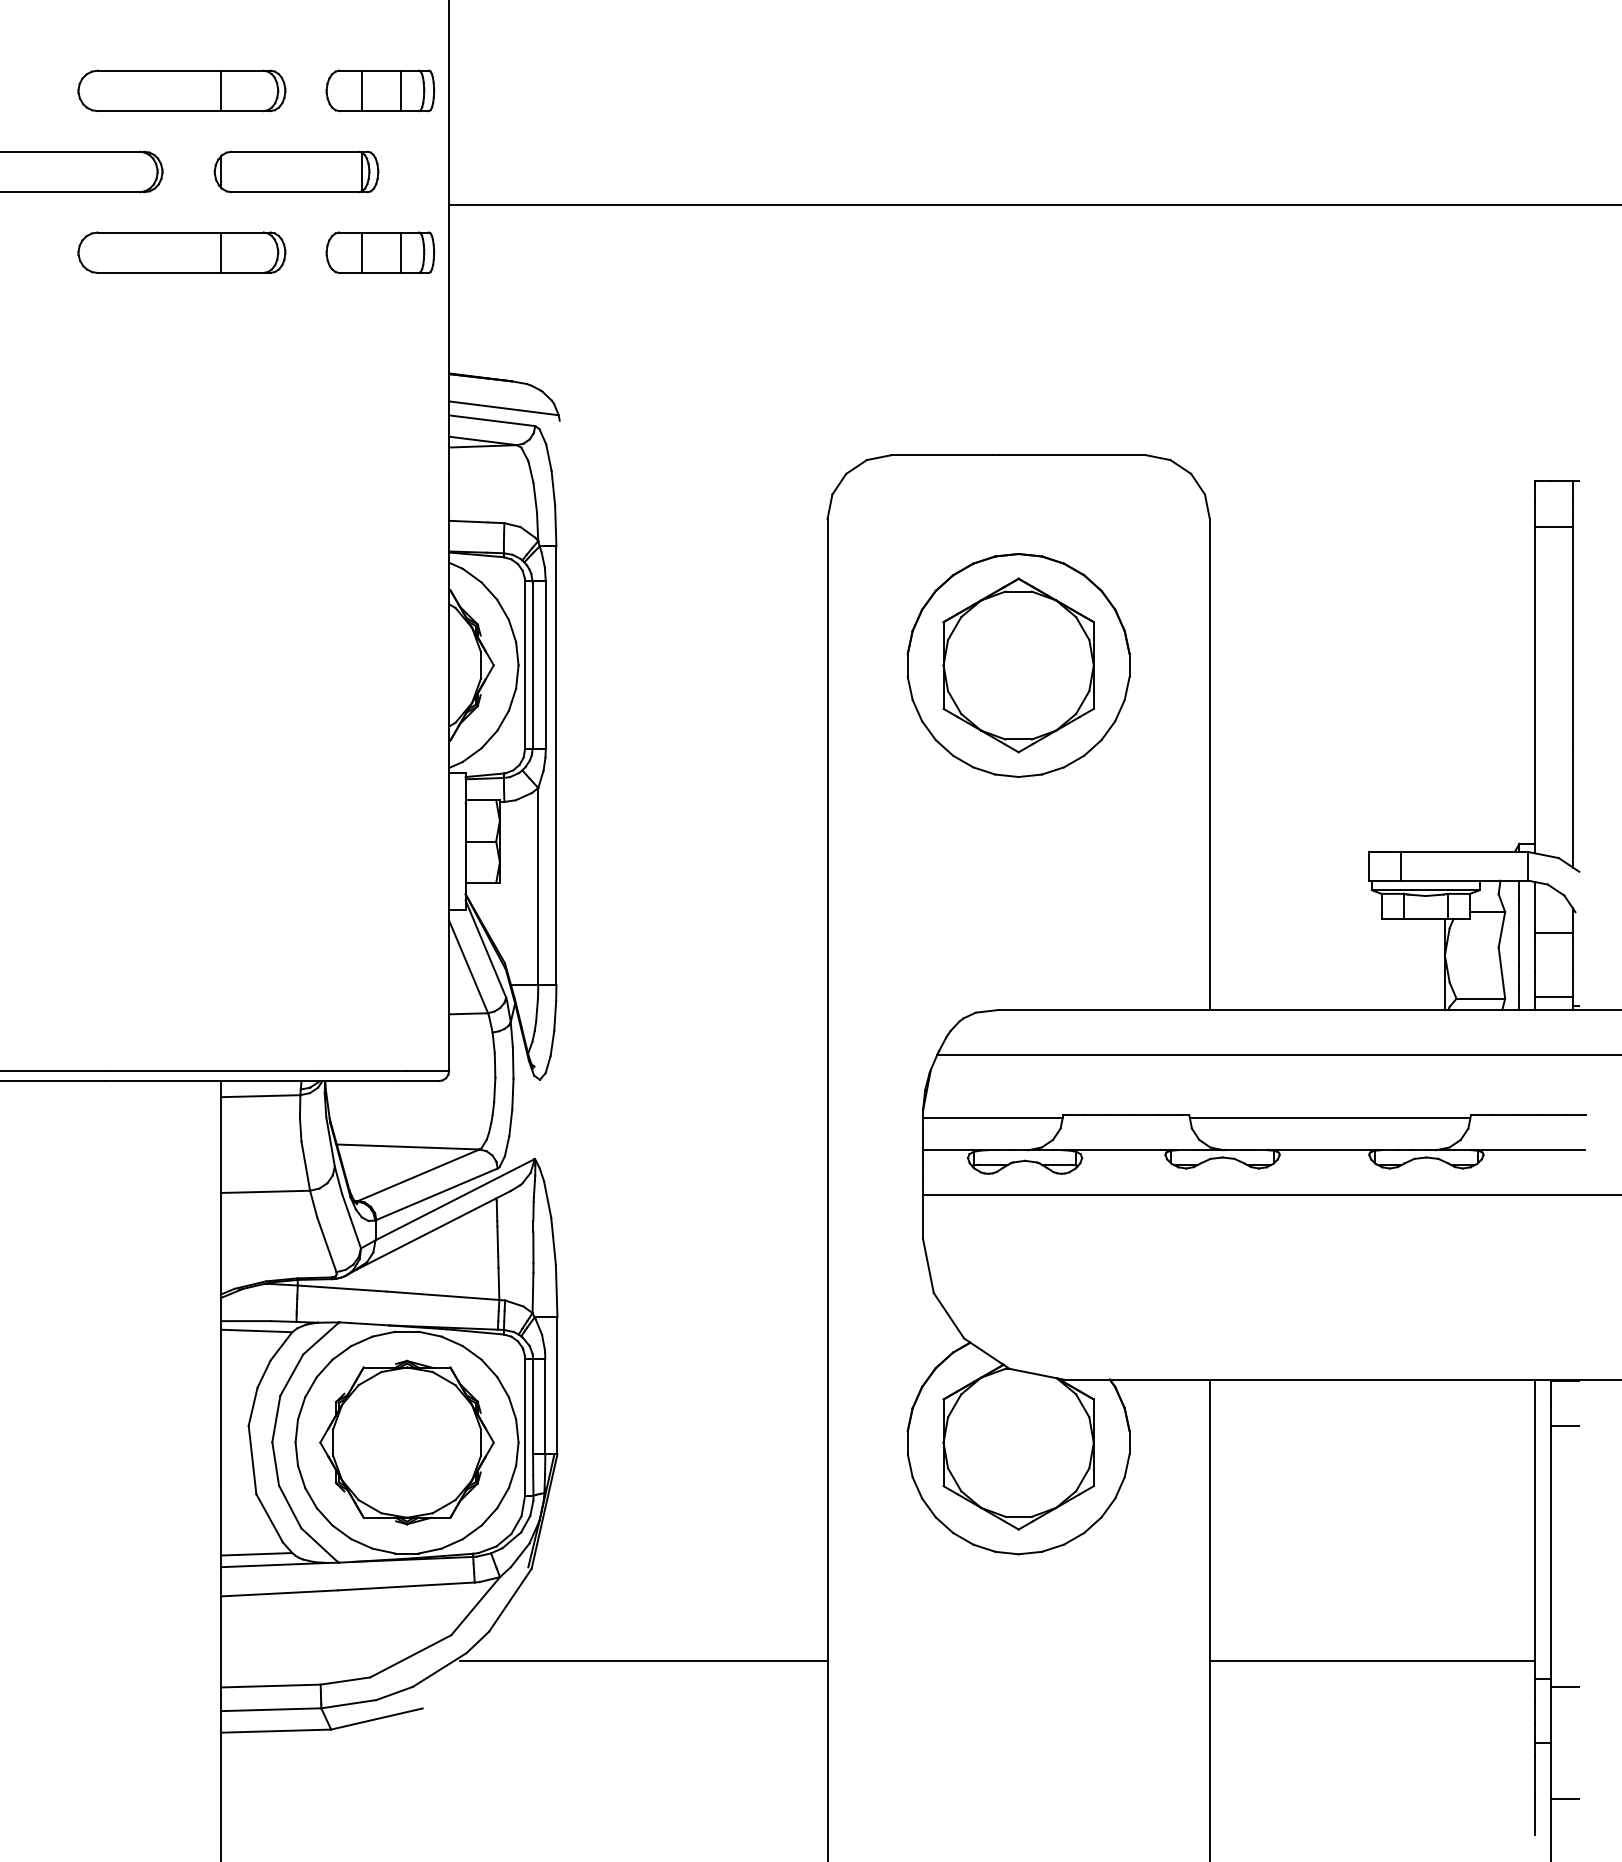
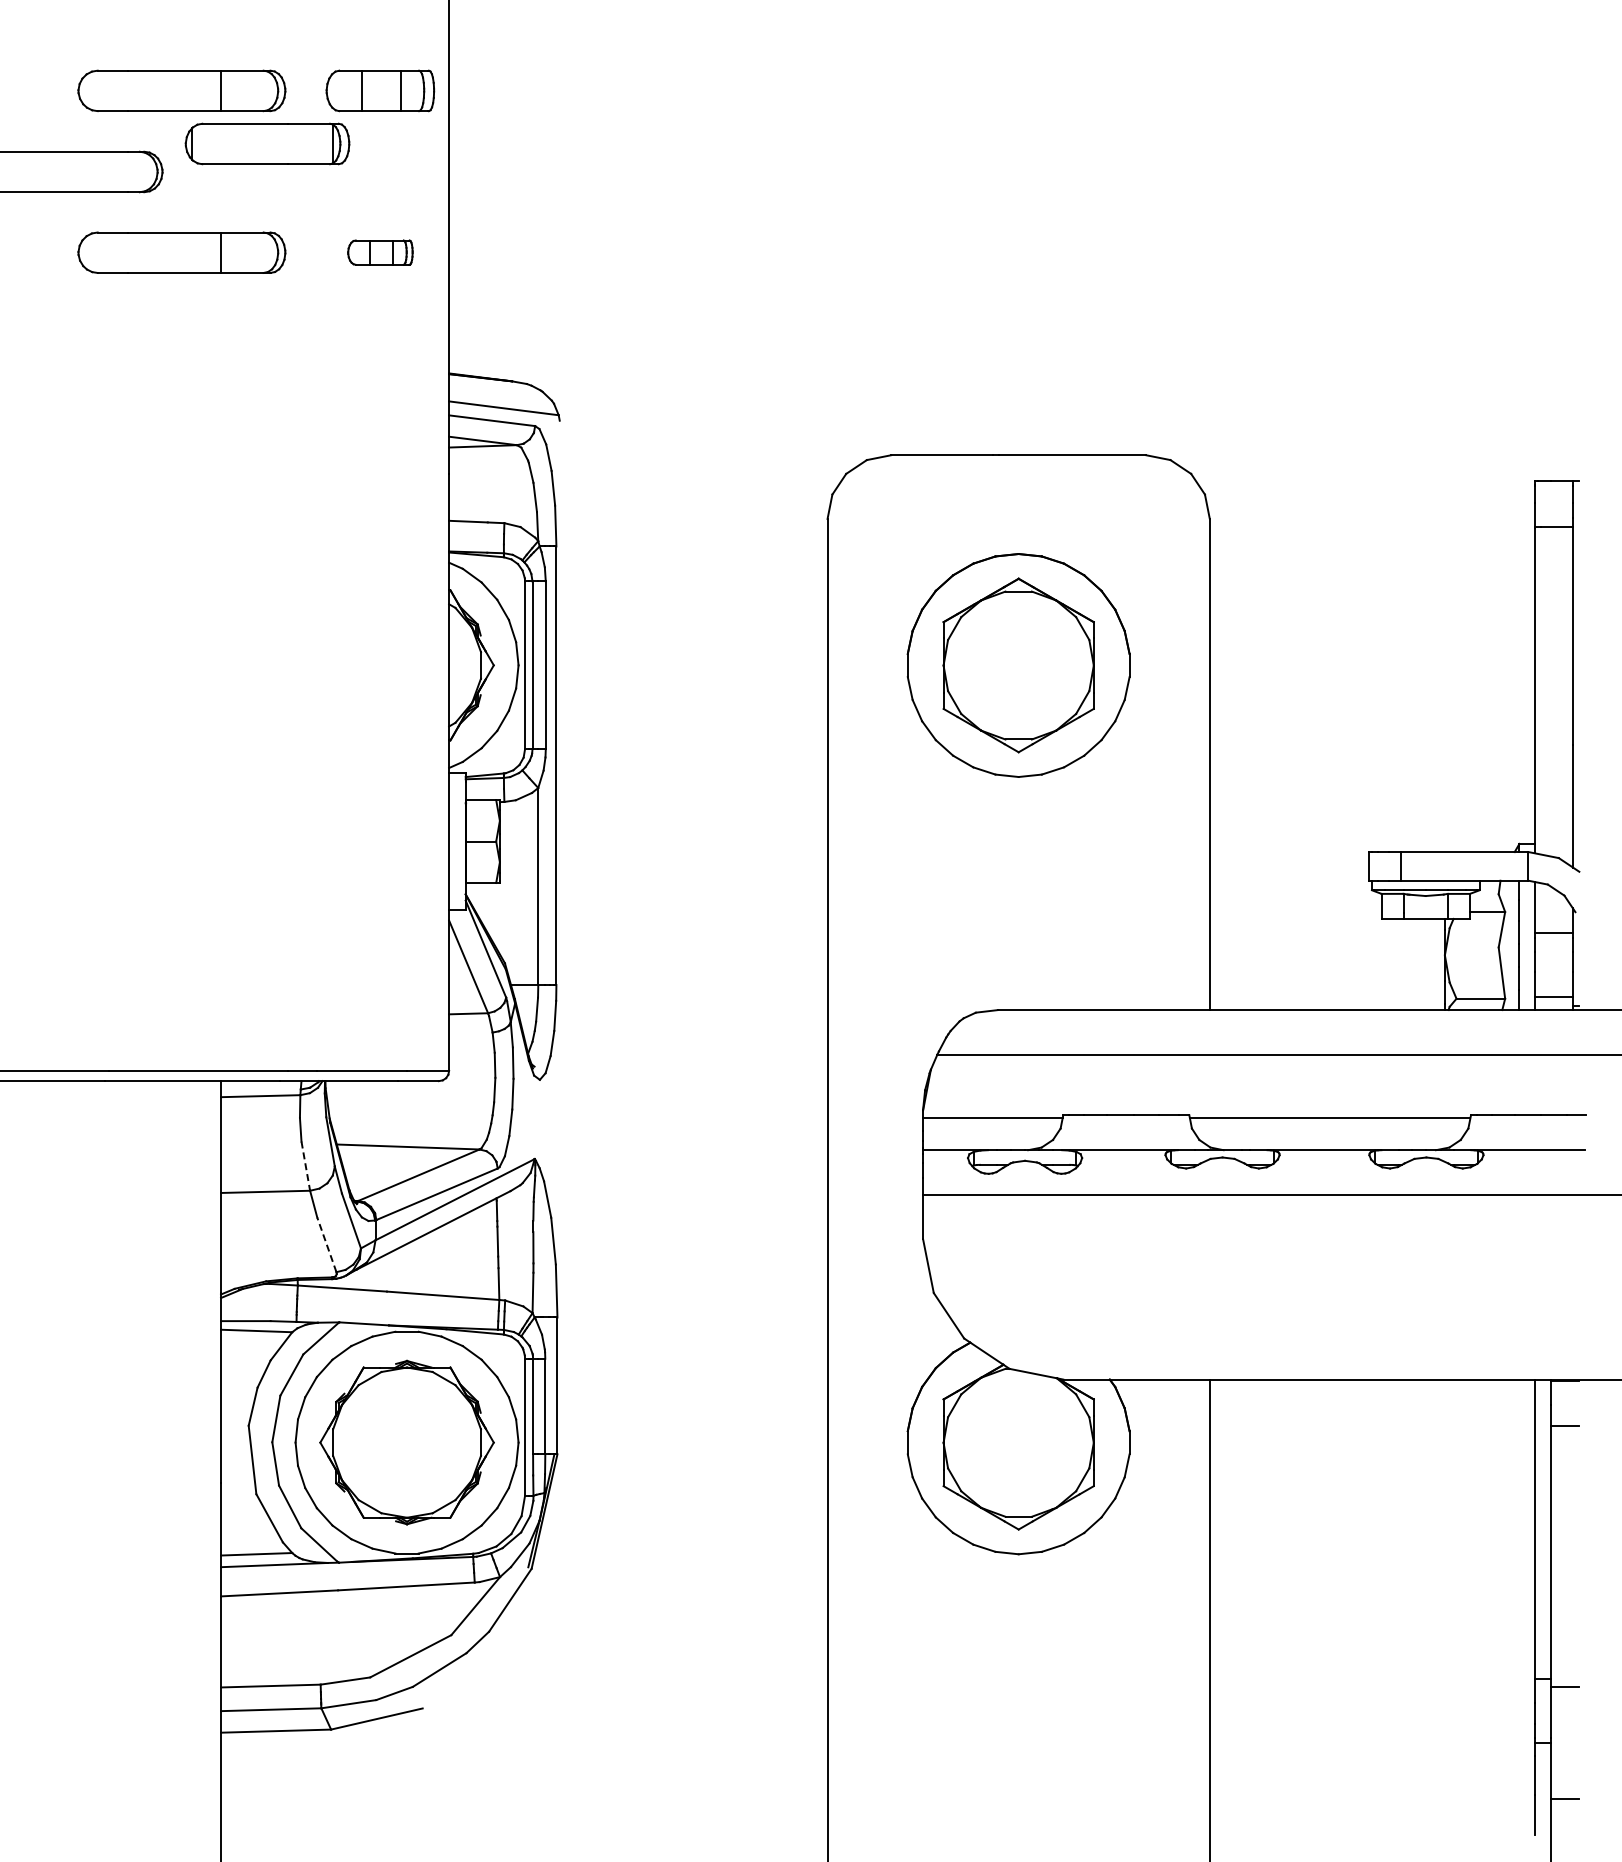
part at (296, 171) position: (296, 171) -> (267, 143)
line at (1033, 204): present -> none
part at (380, 252) size: 111x43 px -> 67x27 px
line at (305, 1166): solid -> dashed
line at (326, 1244): solid -> dashed
line at (643, 1661): present -> none
line at (1371, 1661): present -> none
